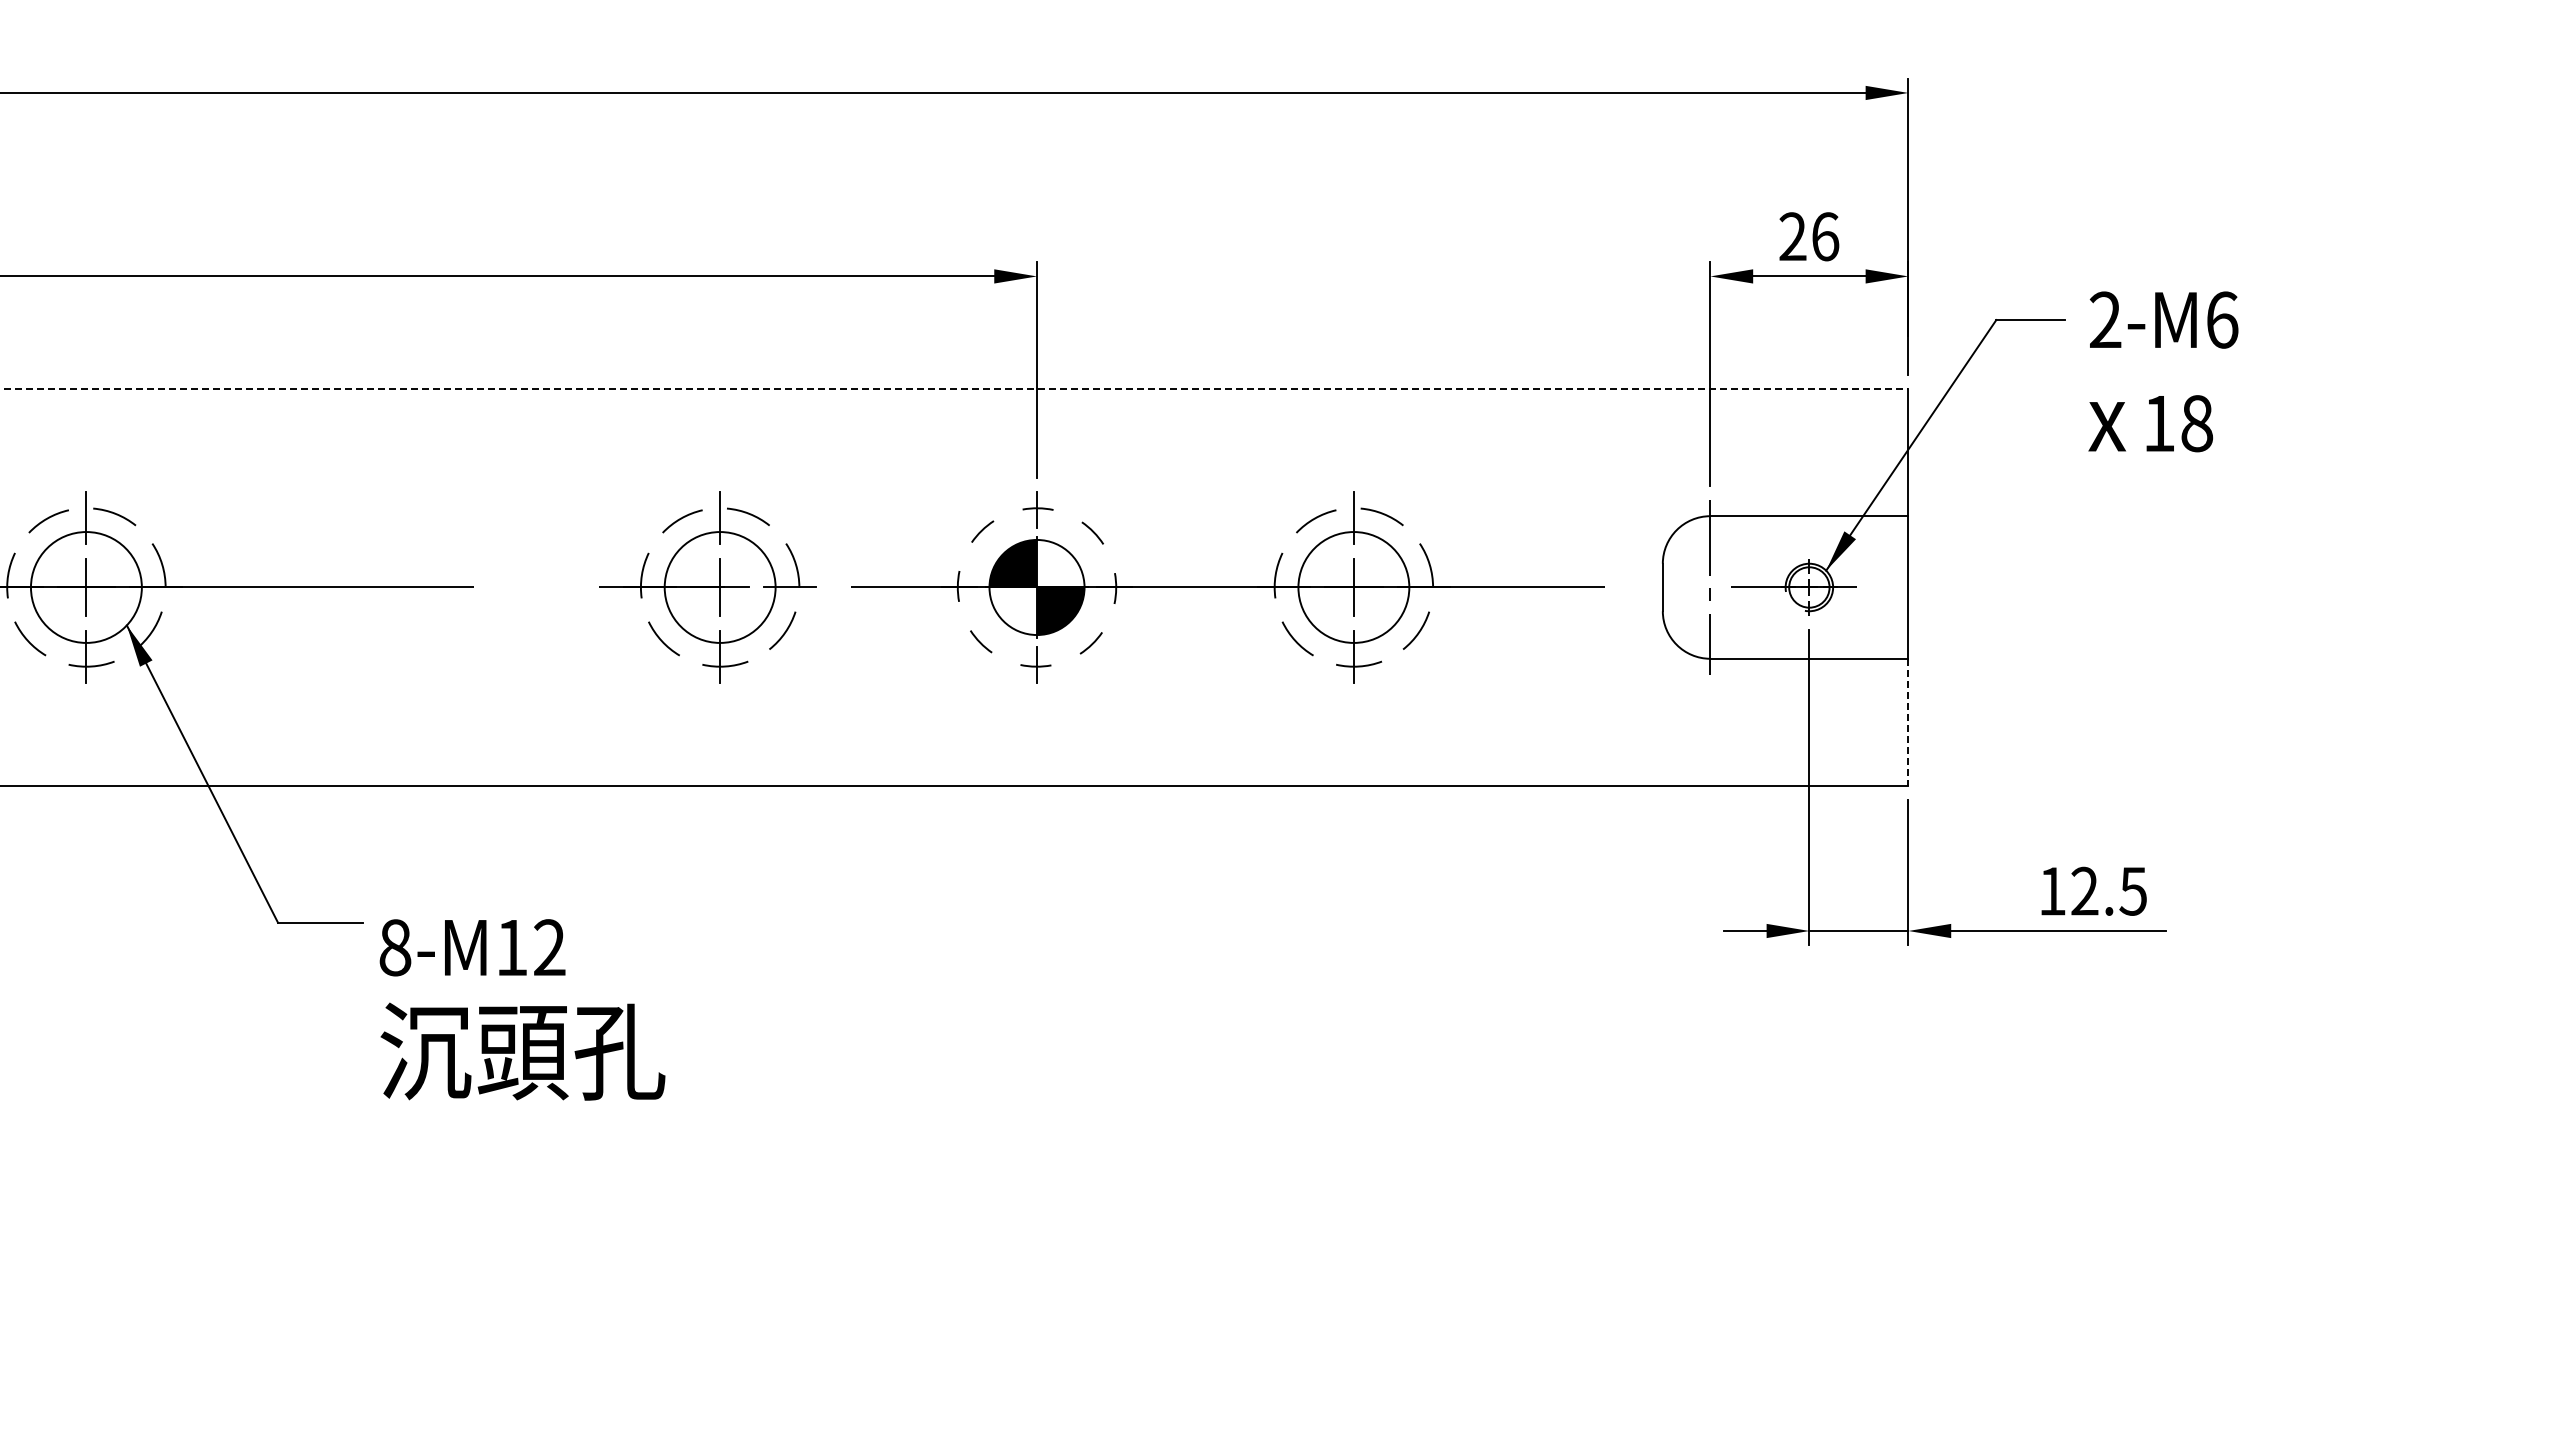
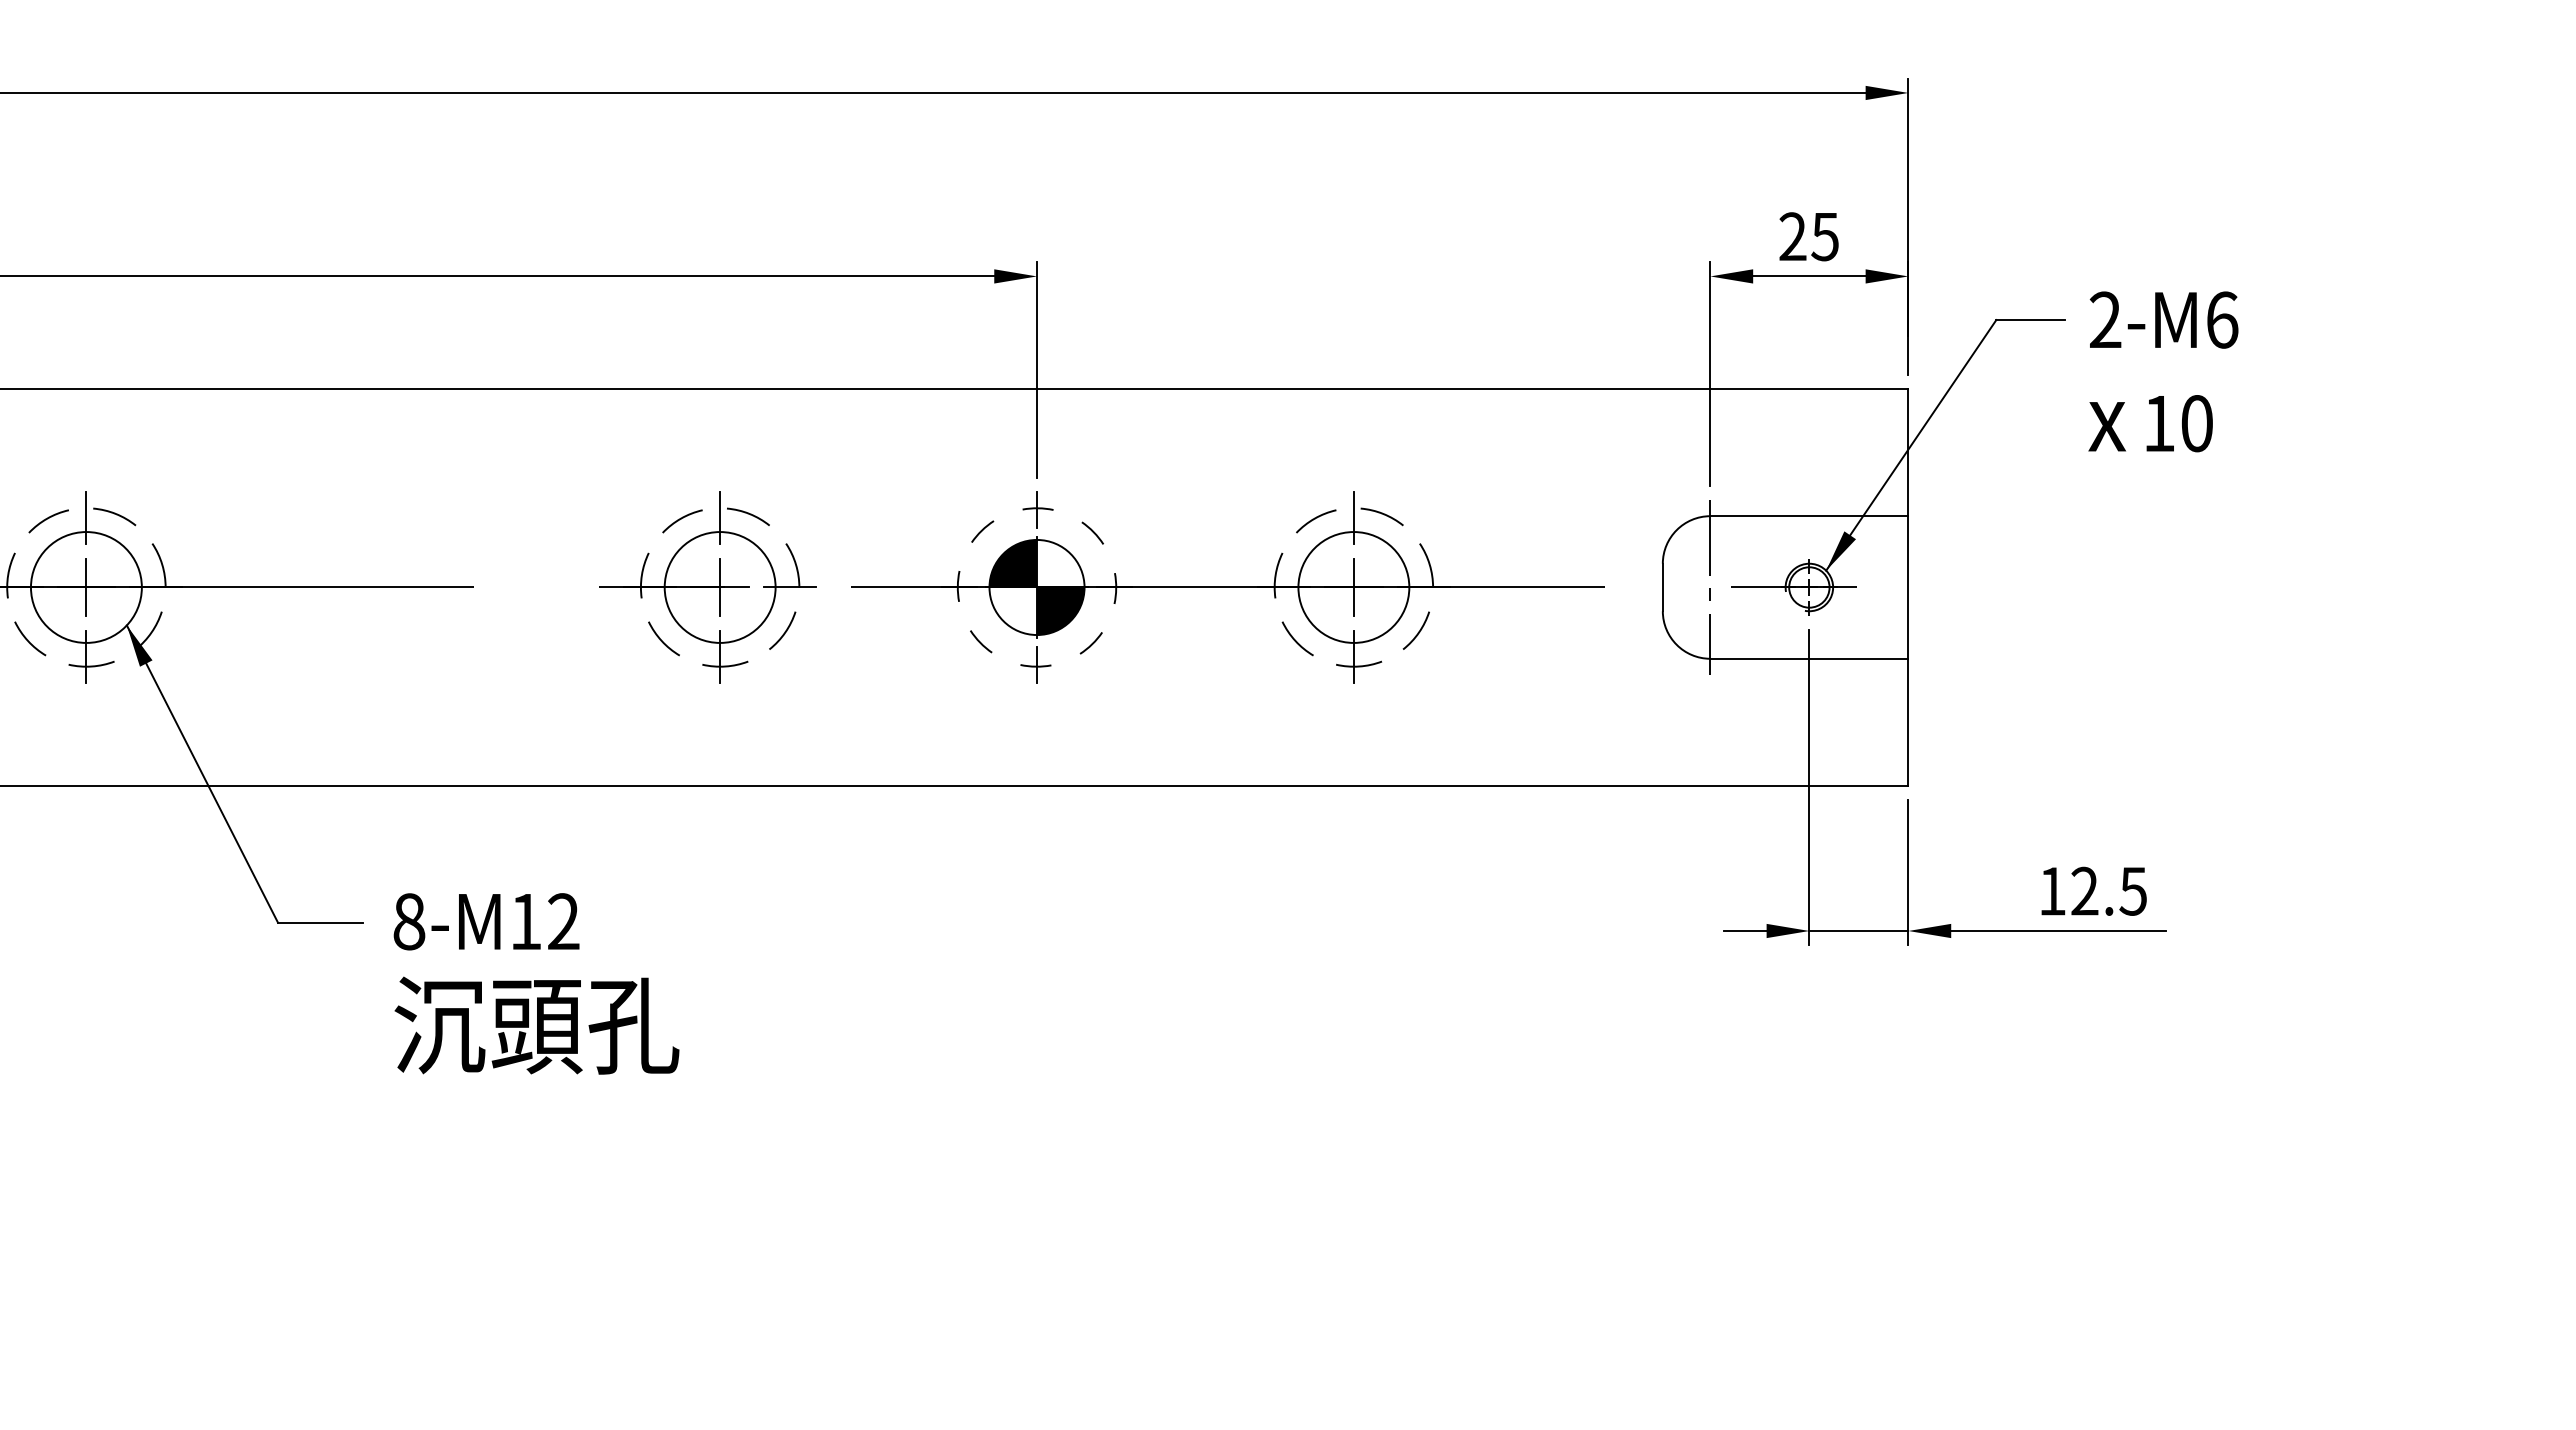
text at (1825, 236): 26 -> 25
line at (954, 389): dashed -> solid
text at (2197, 423): 18 -> 10
line at (1908, 722): dashed -> solid
text at (522, 1009) position: (522, 1009) -> (536, 983)
